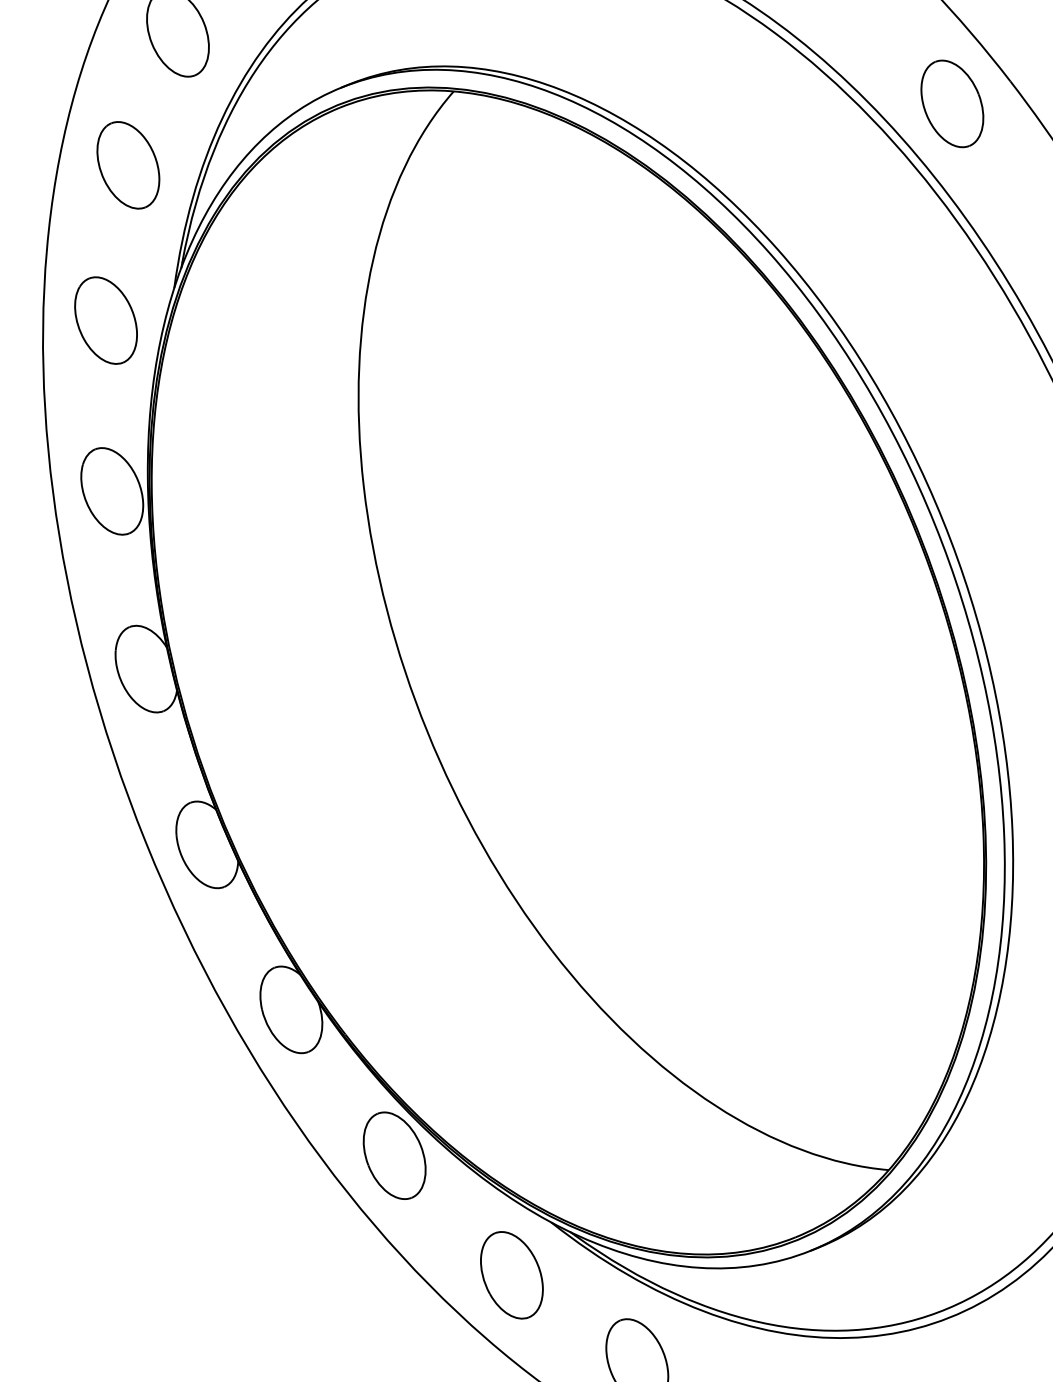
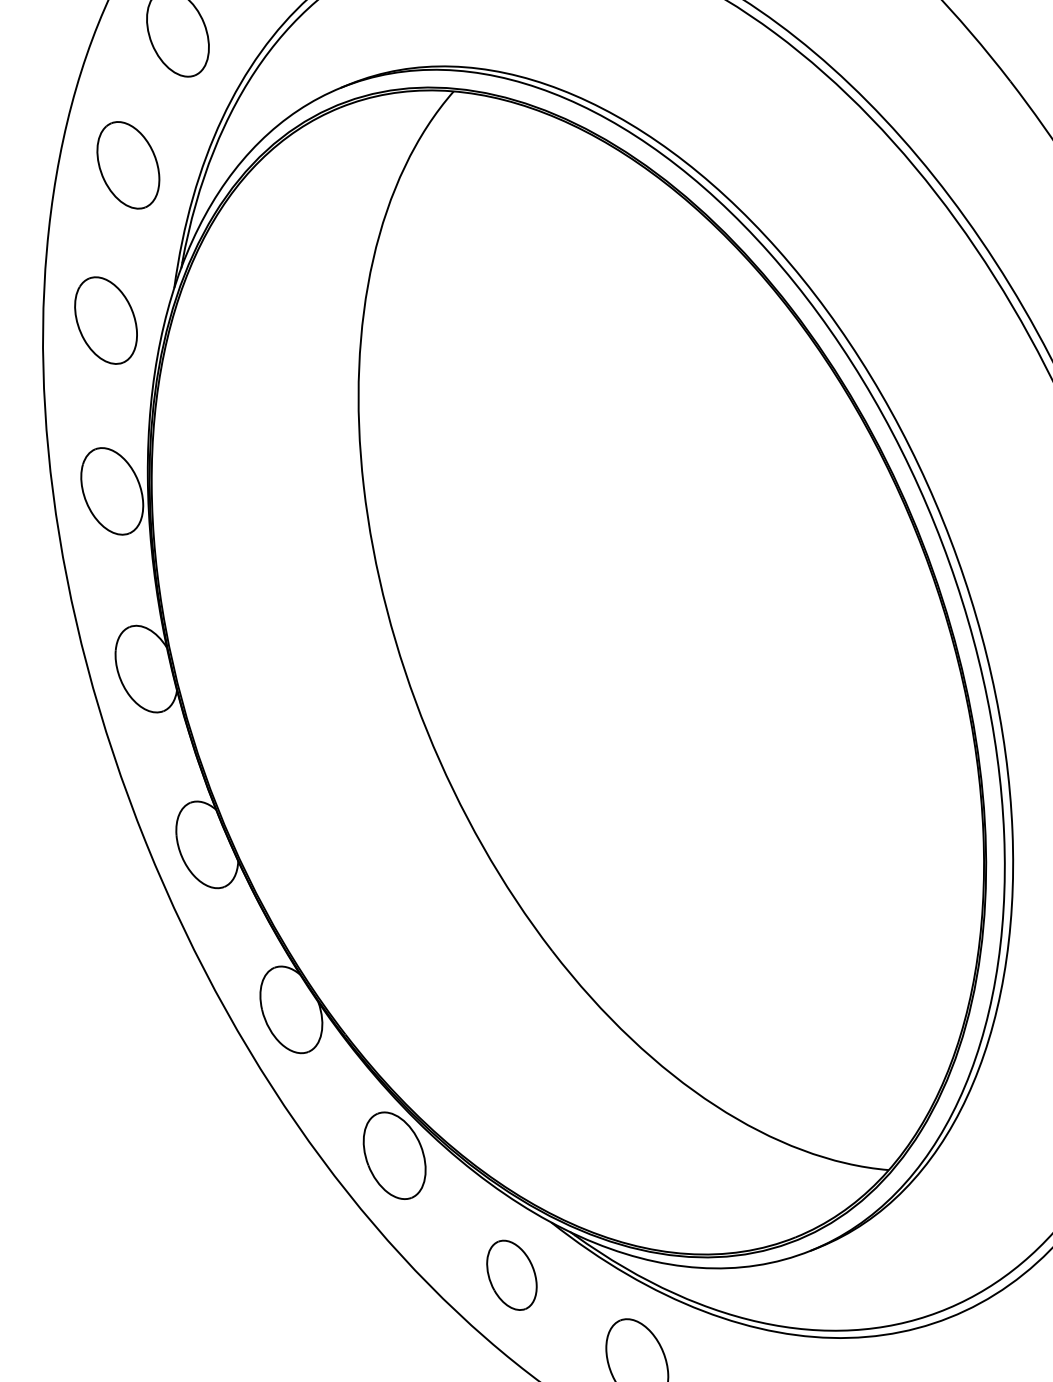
part at (952, 103): present -> none
part at (511, 1275) size: 64x89 px -> 52x72 px
